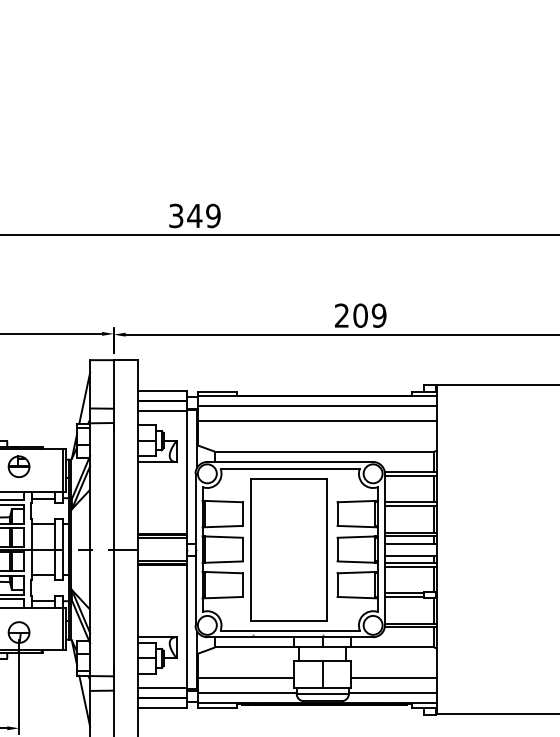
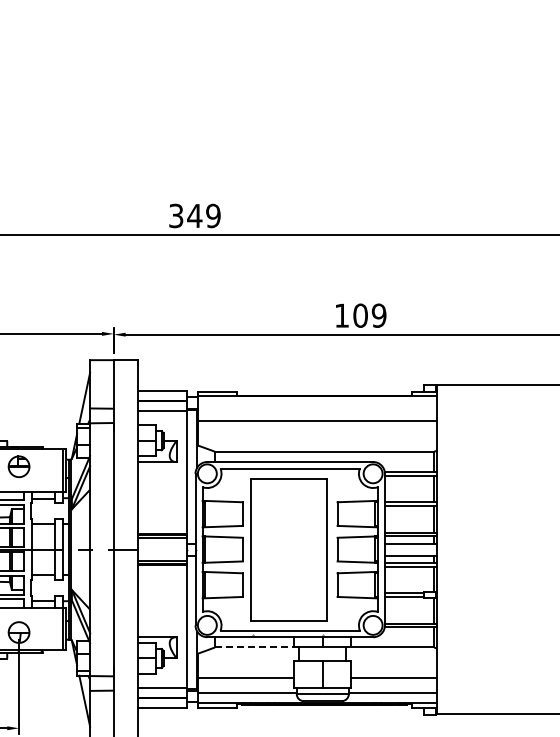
text at (341, 315): 209 -> 109
line at (317, 405): present -> none
line at (256, 647): solid -> dashed
